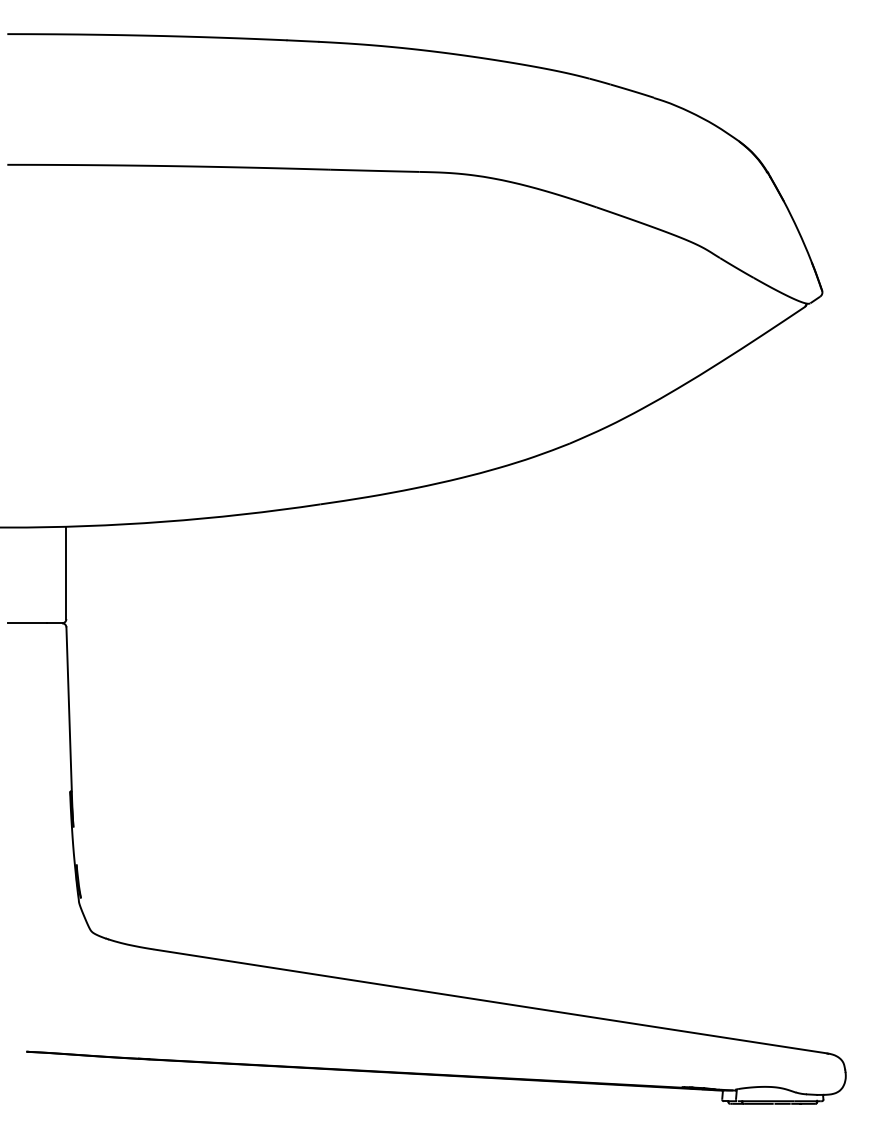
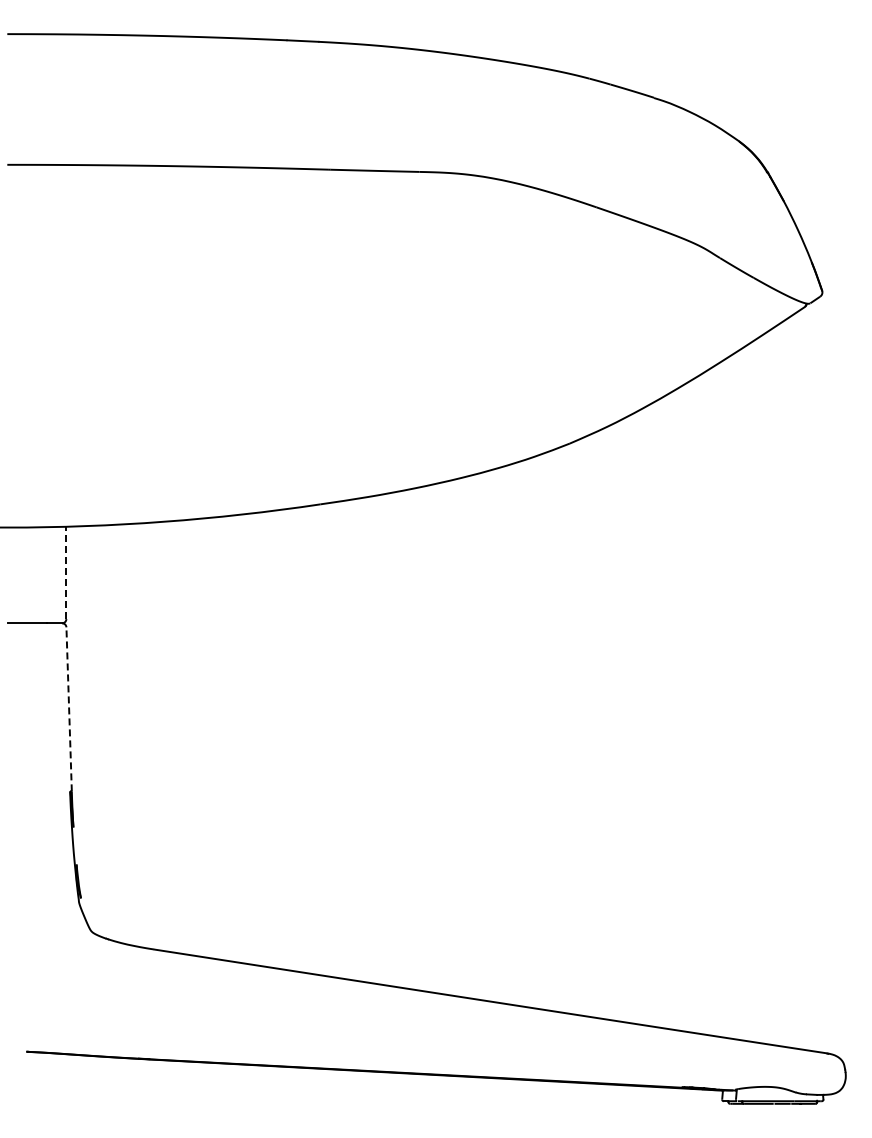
line at (66, 572): solid -> dashed
line at (69, 708): solid -> dashed
